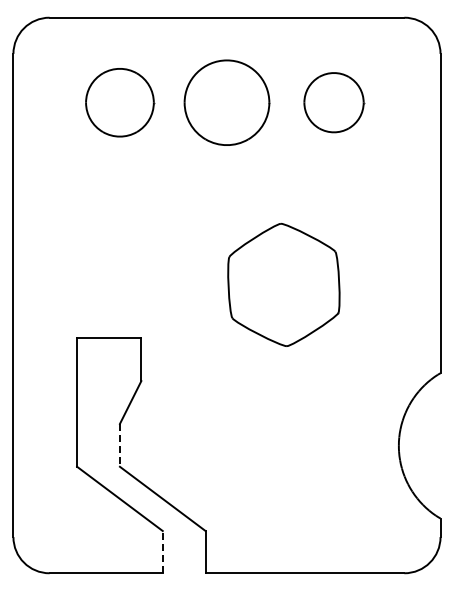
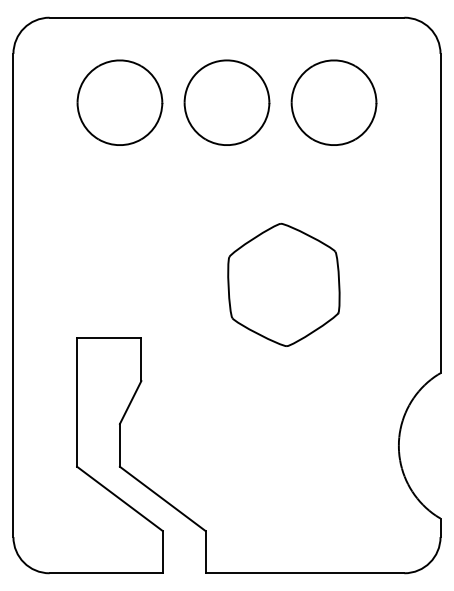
part at (120, 102) size: 71x70 px -> 88x87 px
part at (334, 102) size: 63x62 px -> 88x87 px
line at (119, 445): dashed -> solid
line at (162, 551): dashed -> solid
